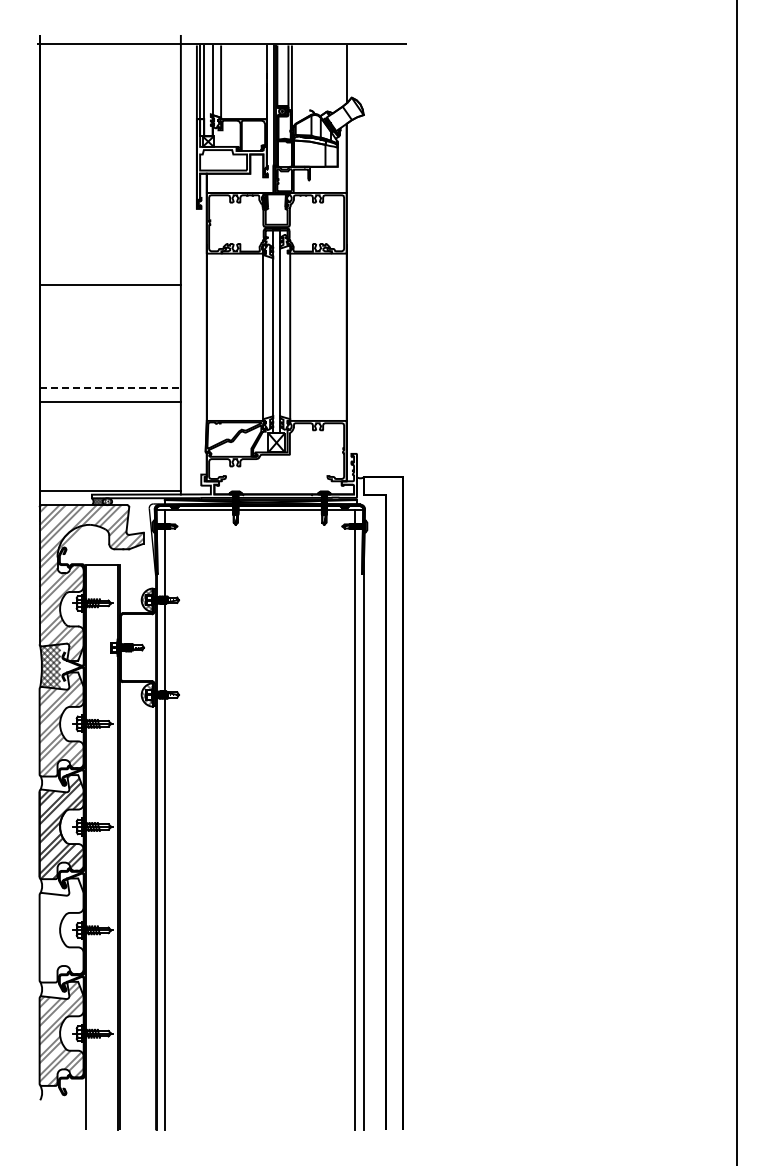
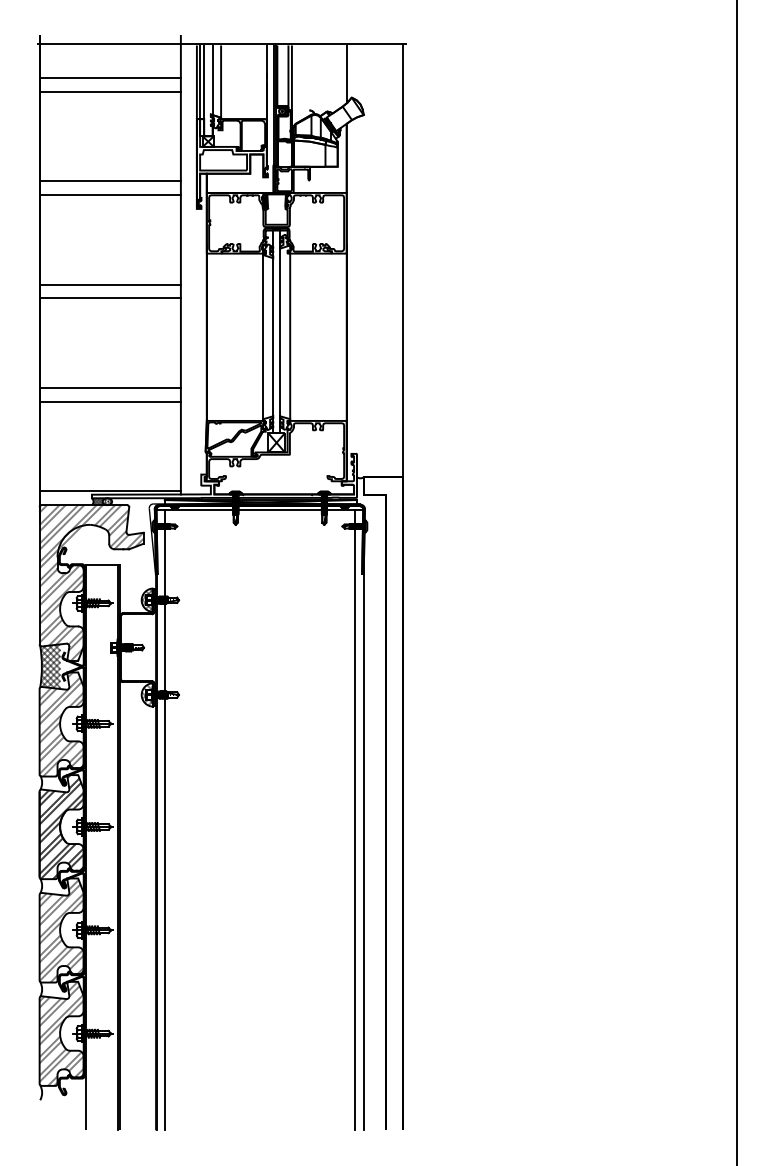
line at (109, 77): none -> present
line at (109, 91): none -> present
line at (109, 181): none -> present
line at (109, 195): none -> present
line at (403, 260): none -> present
line at (109, 298): none -> present
line at (110, 388): dashed -> solid
hatch at (61, 930): none -> present
